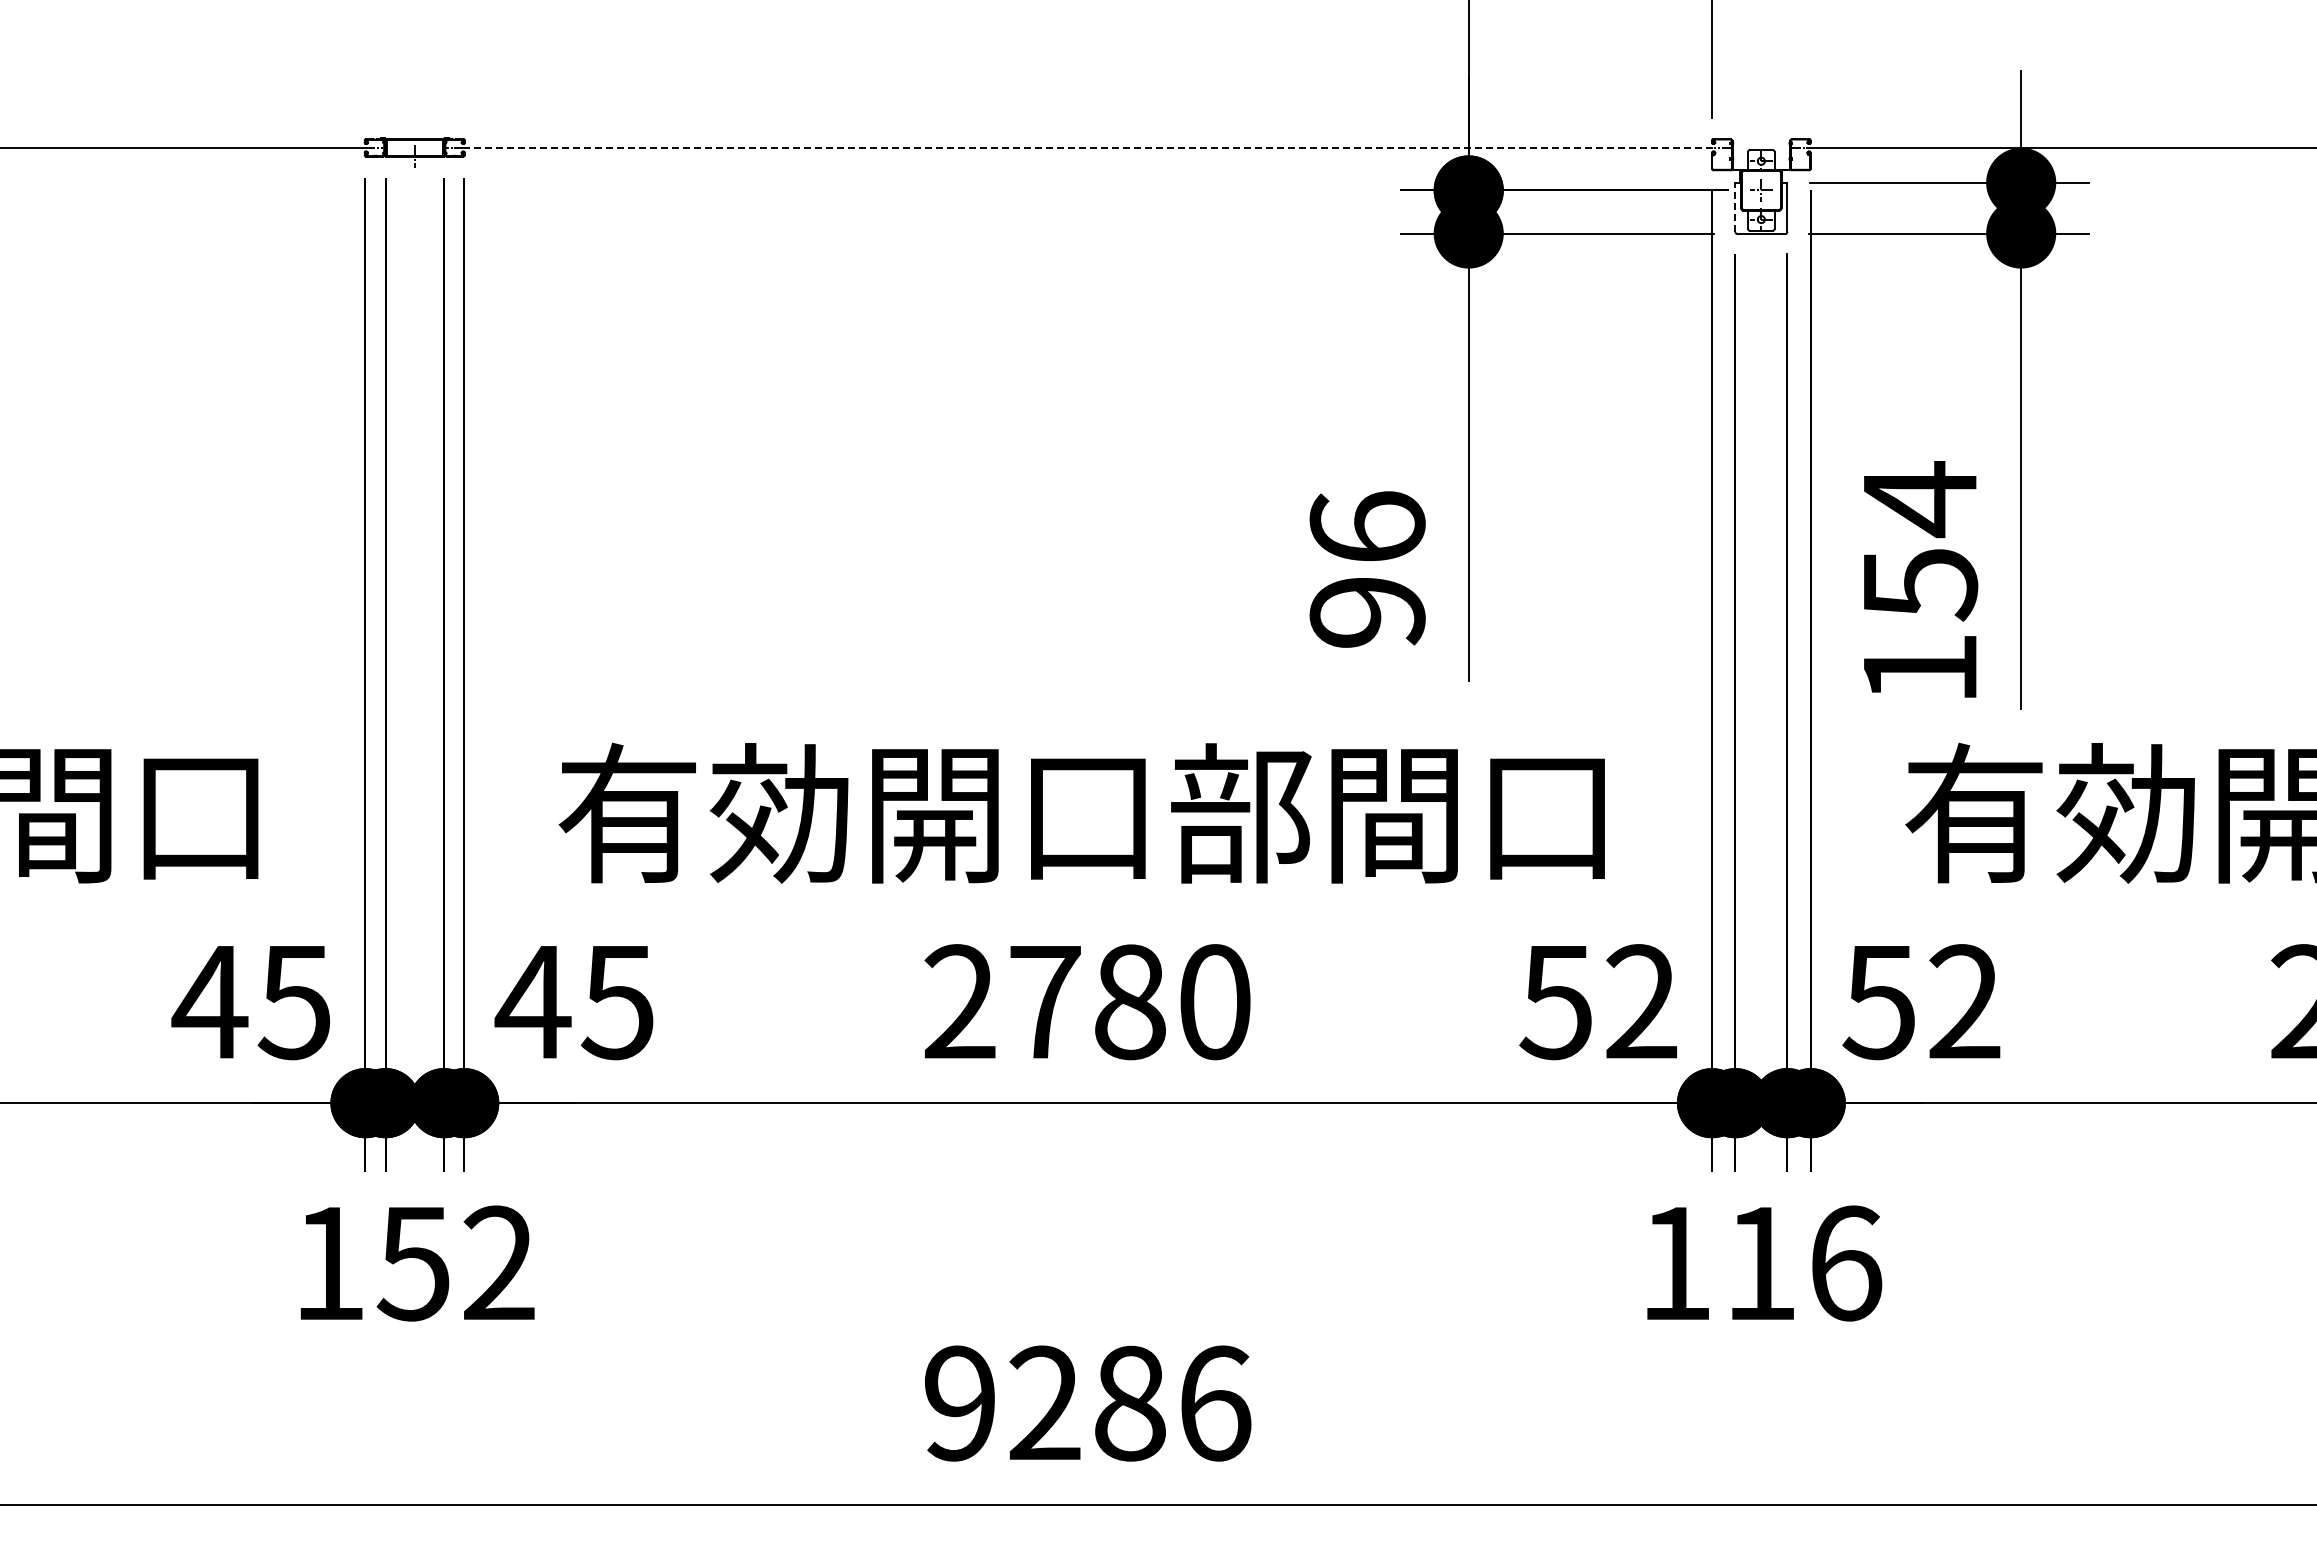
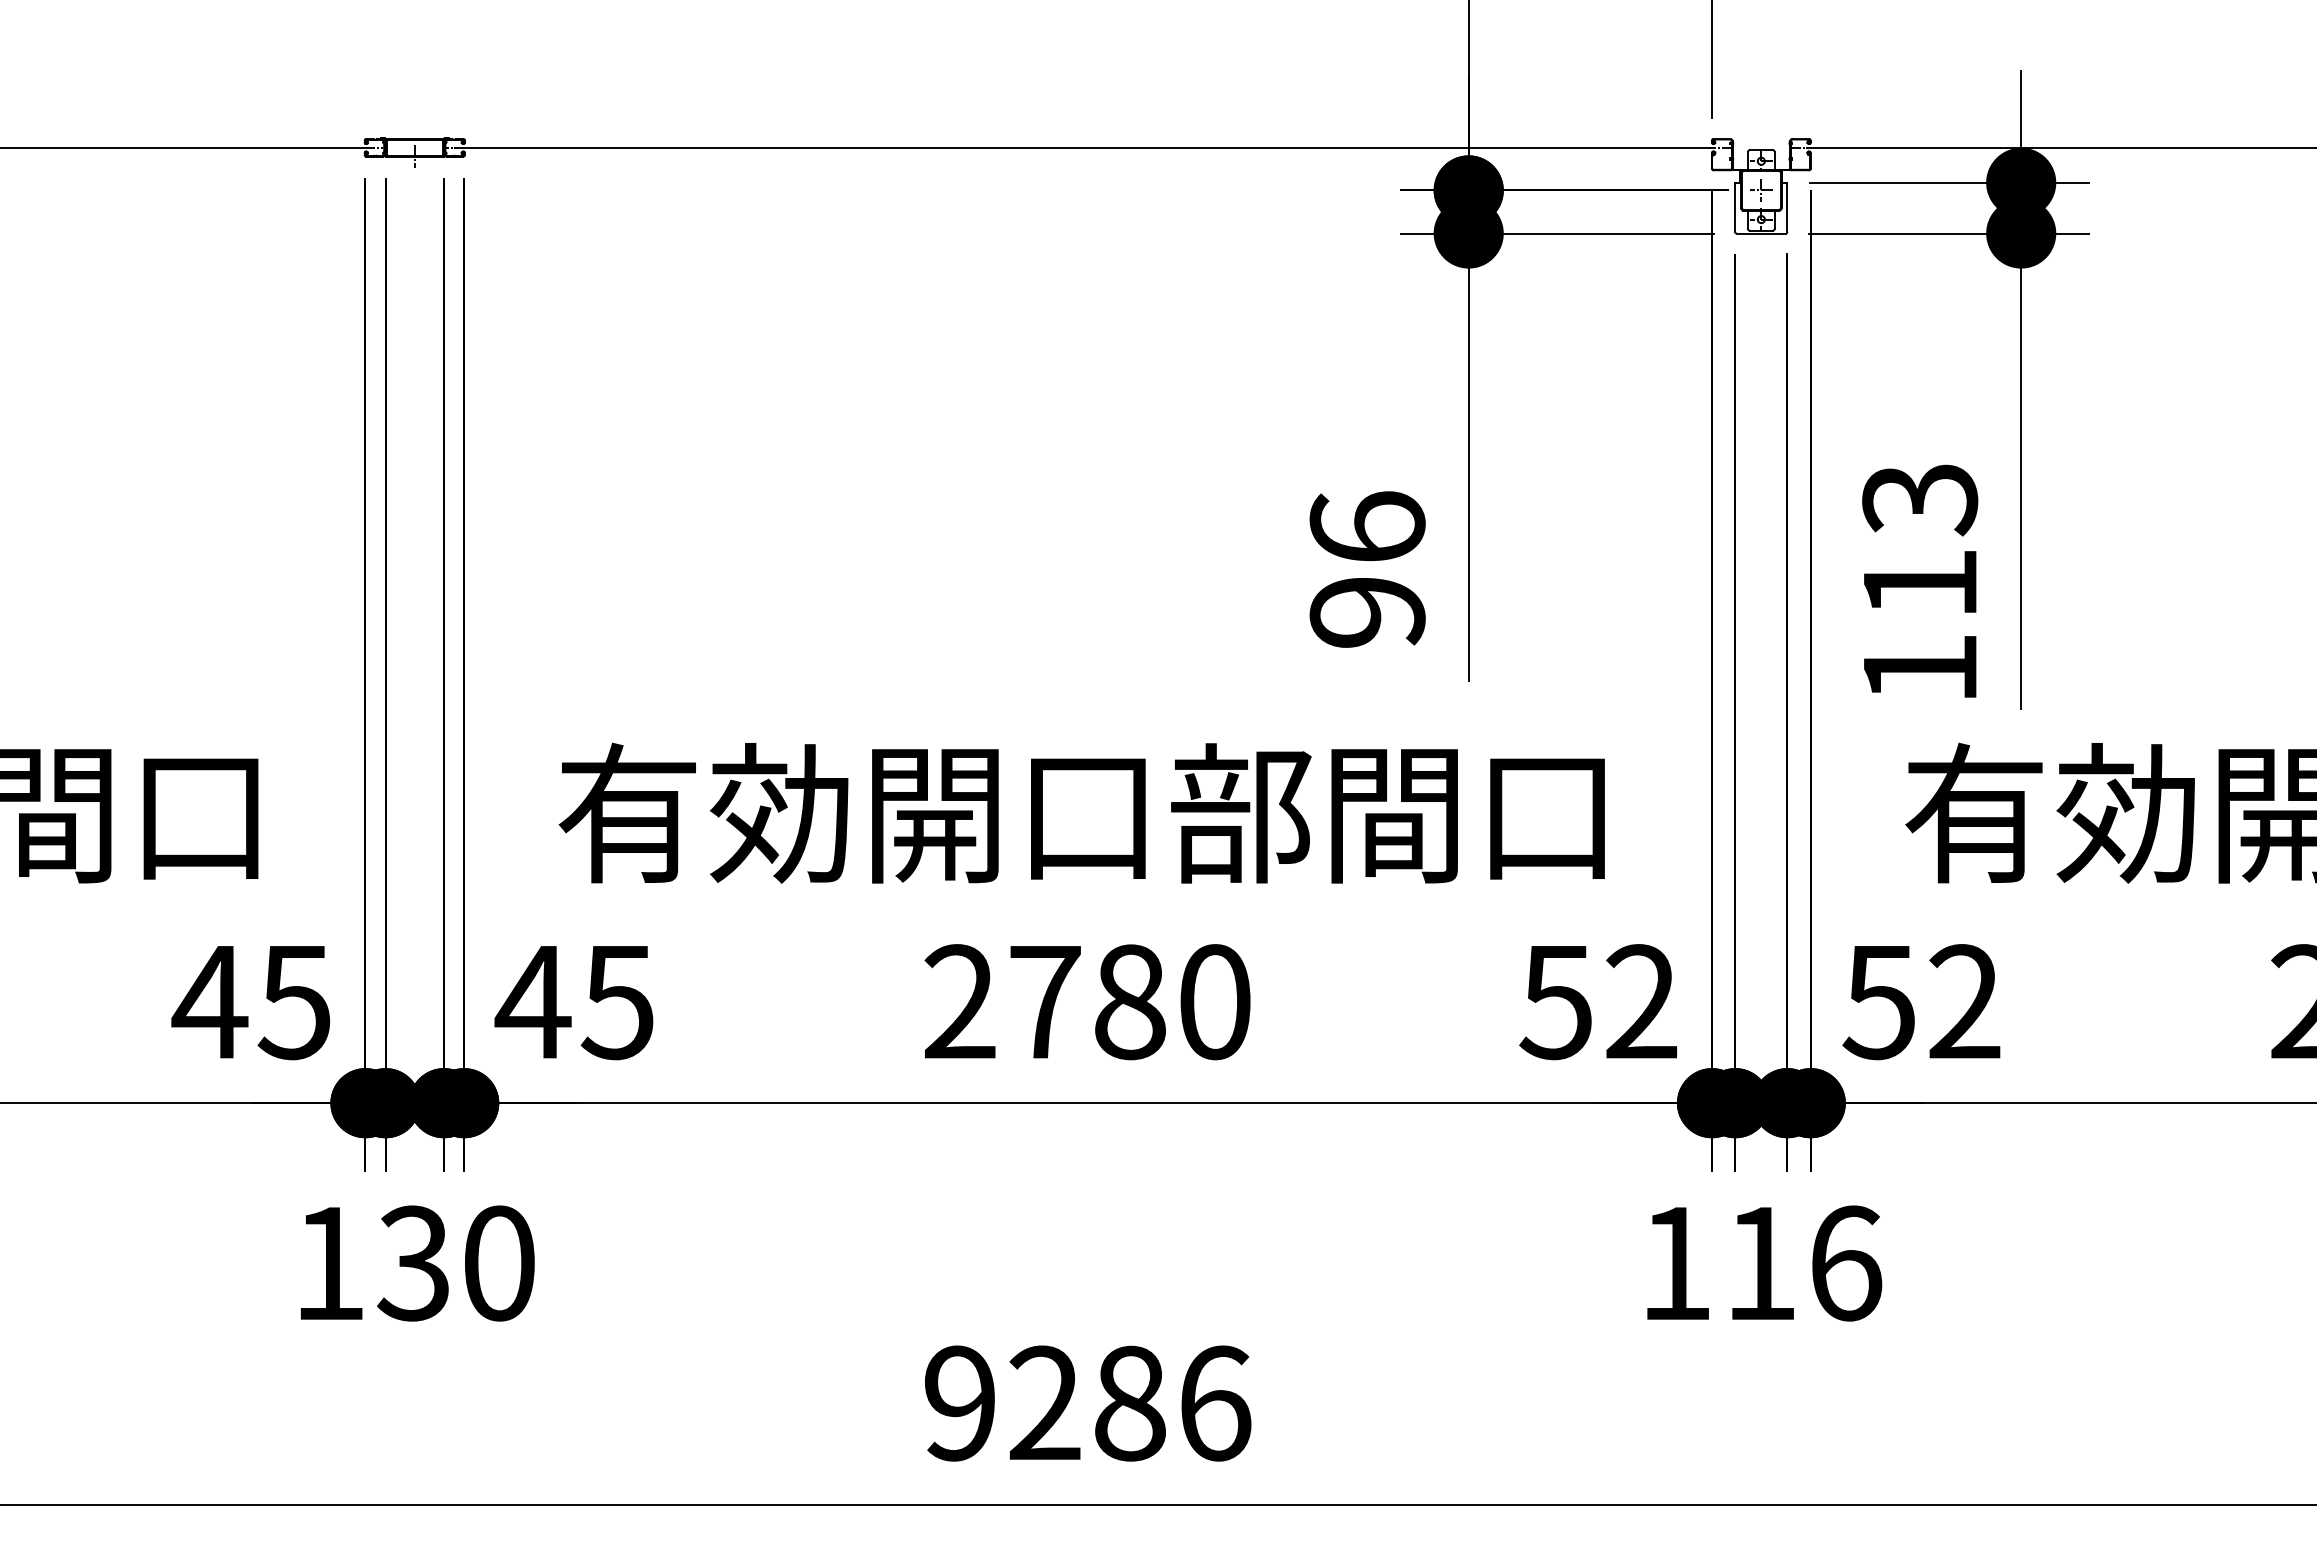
line at (1088, 147): dashed -> solid
line at (1735, 207): dashed -> solid
text at (1920, 541): 154 -> 113
text at (455, 1263): 152 -> 130
